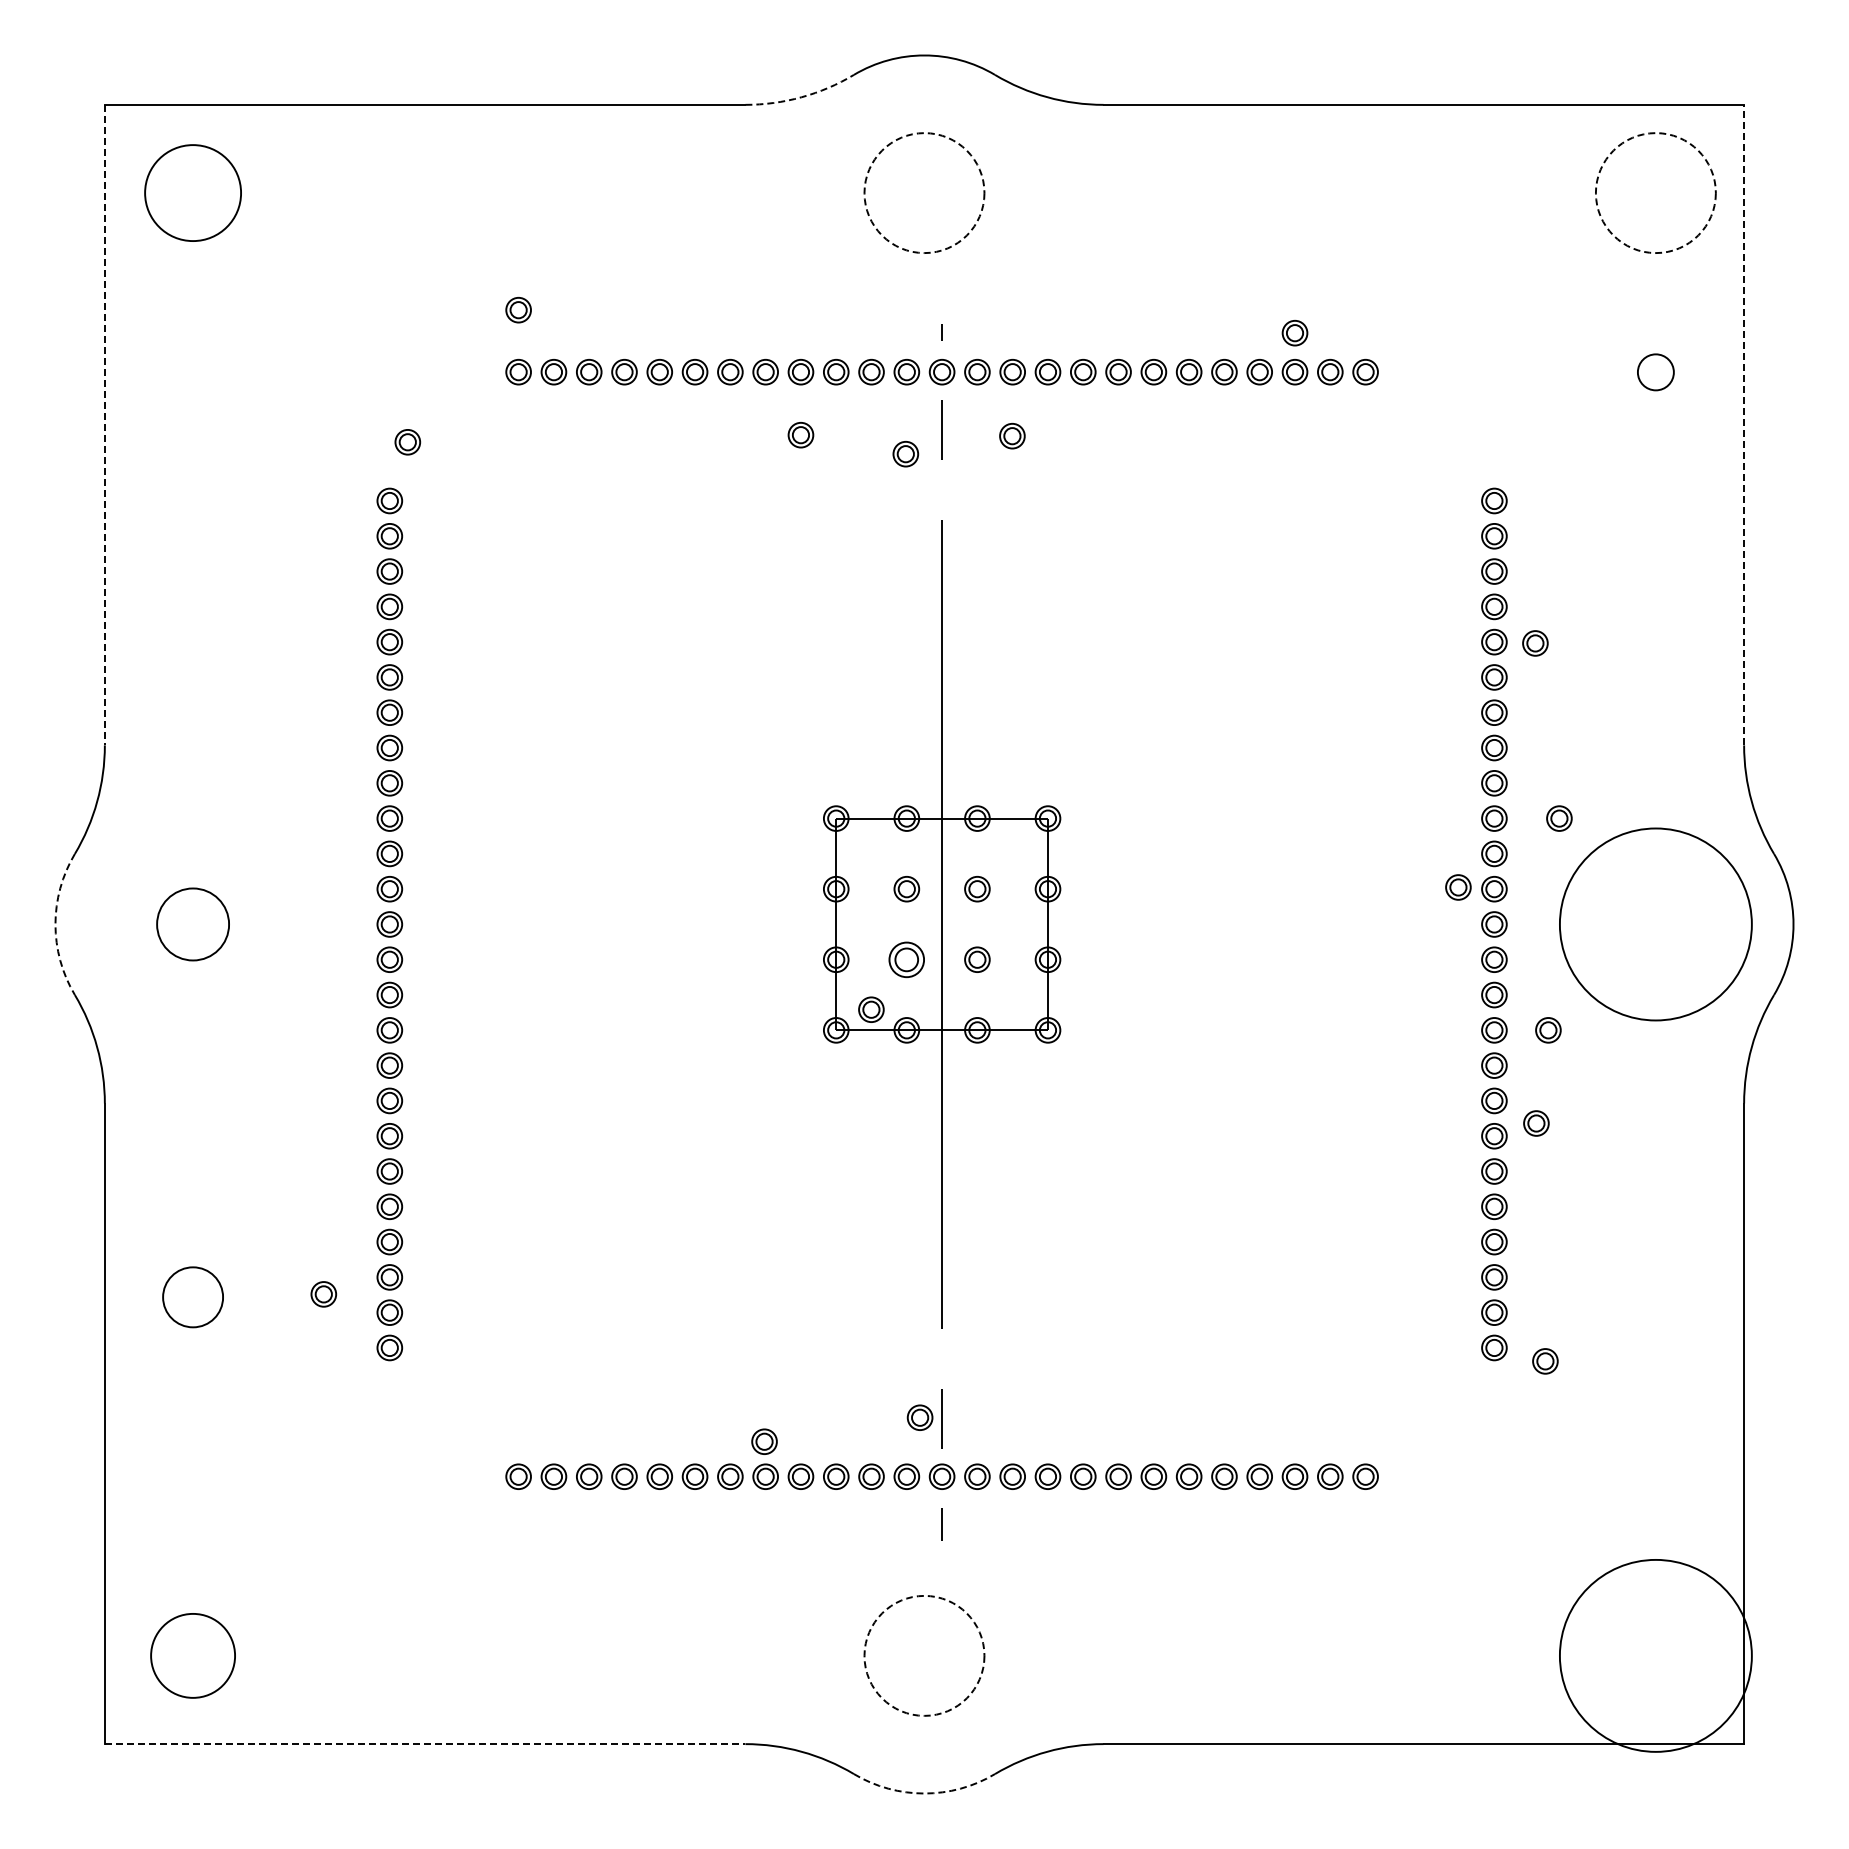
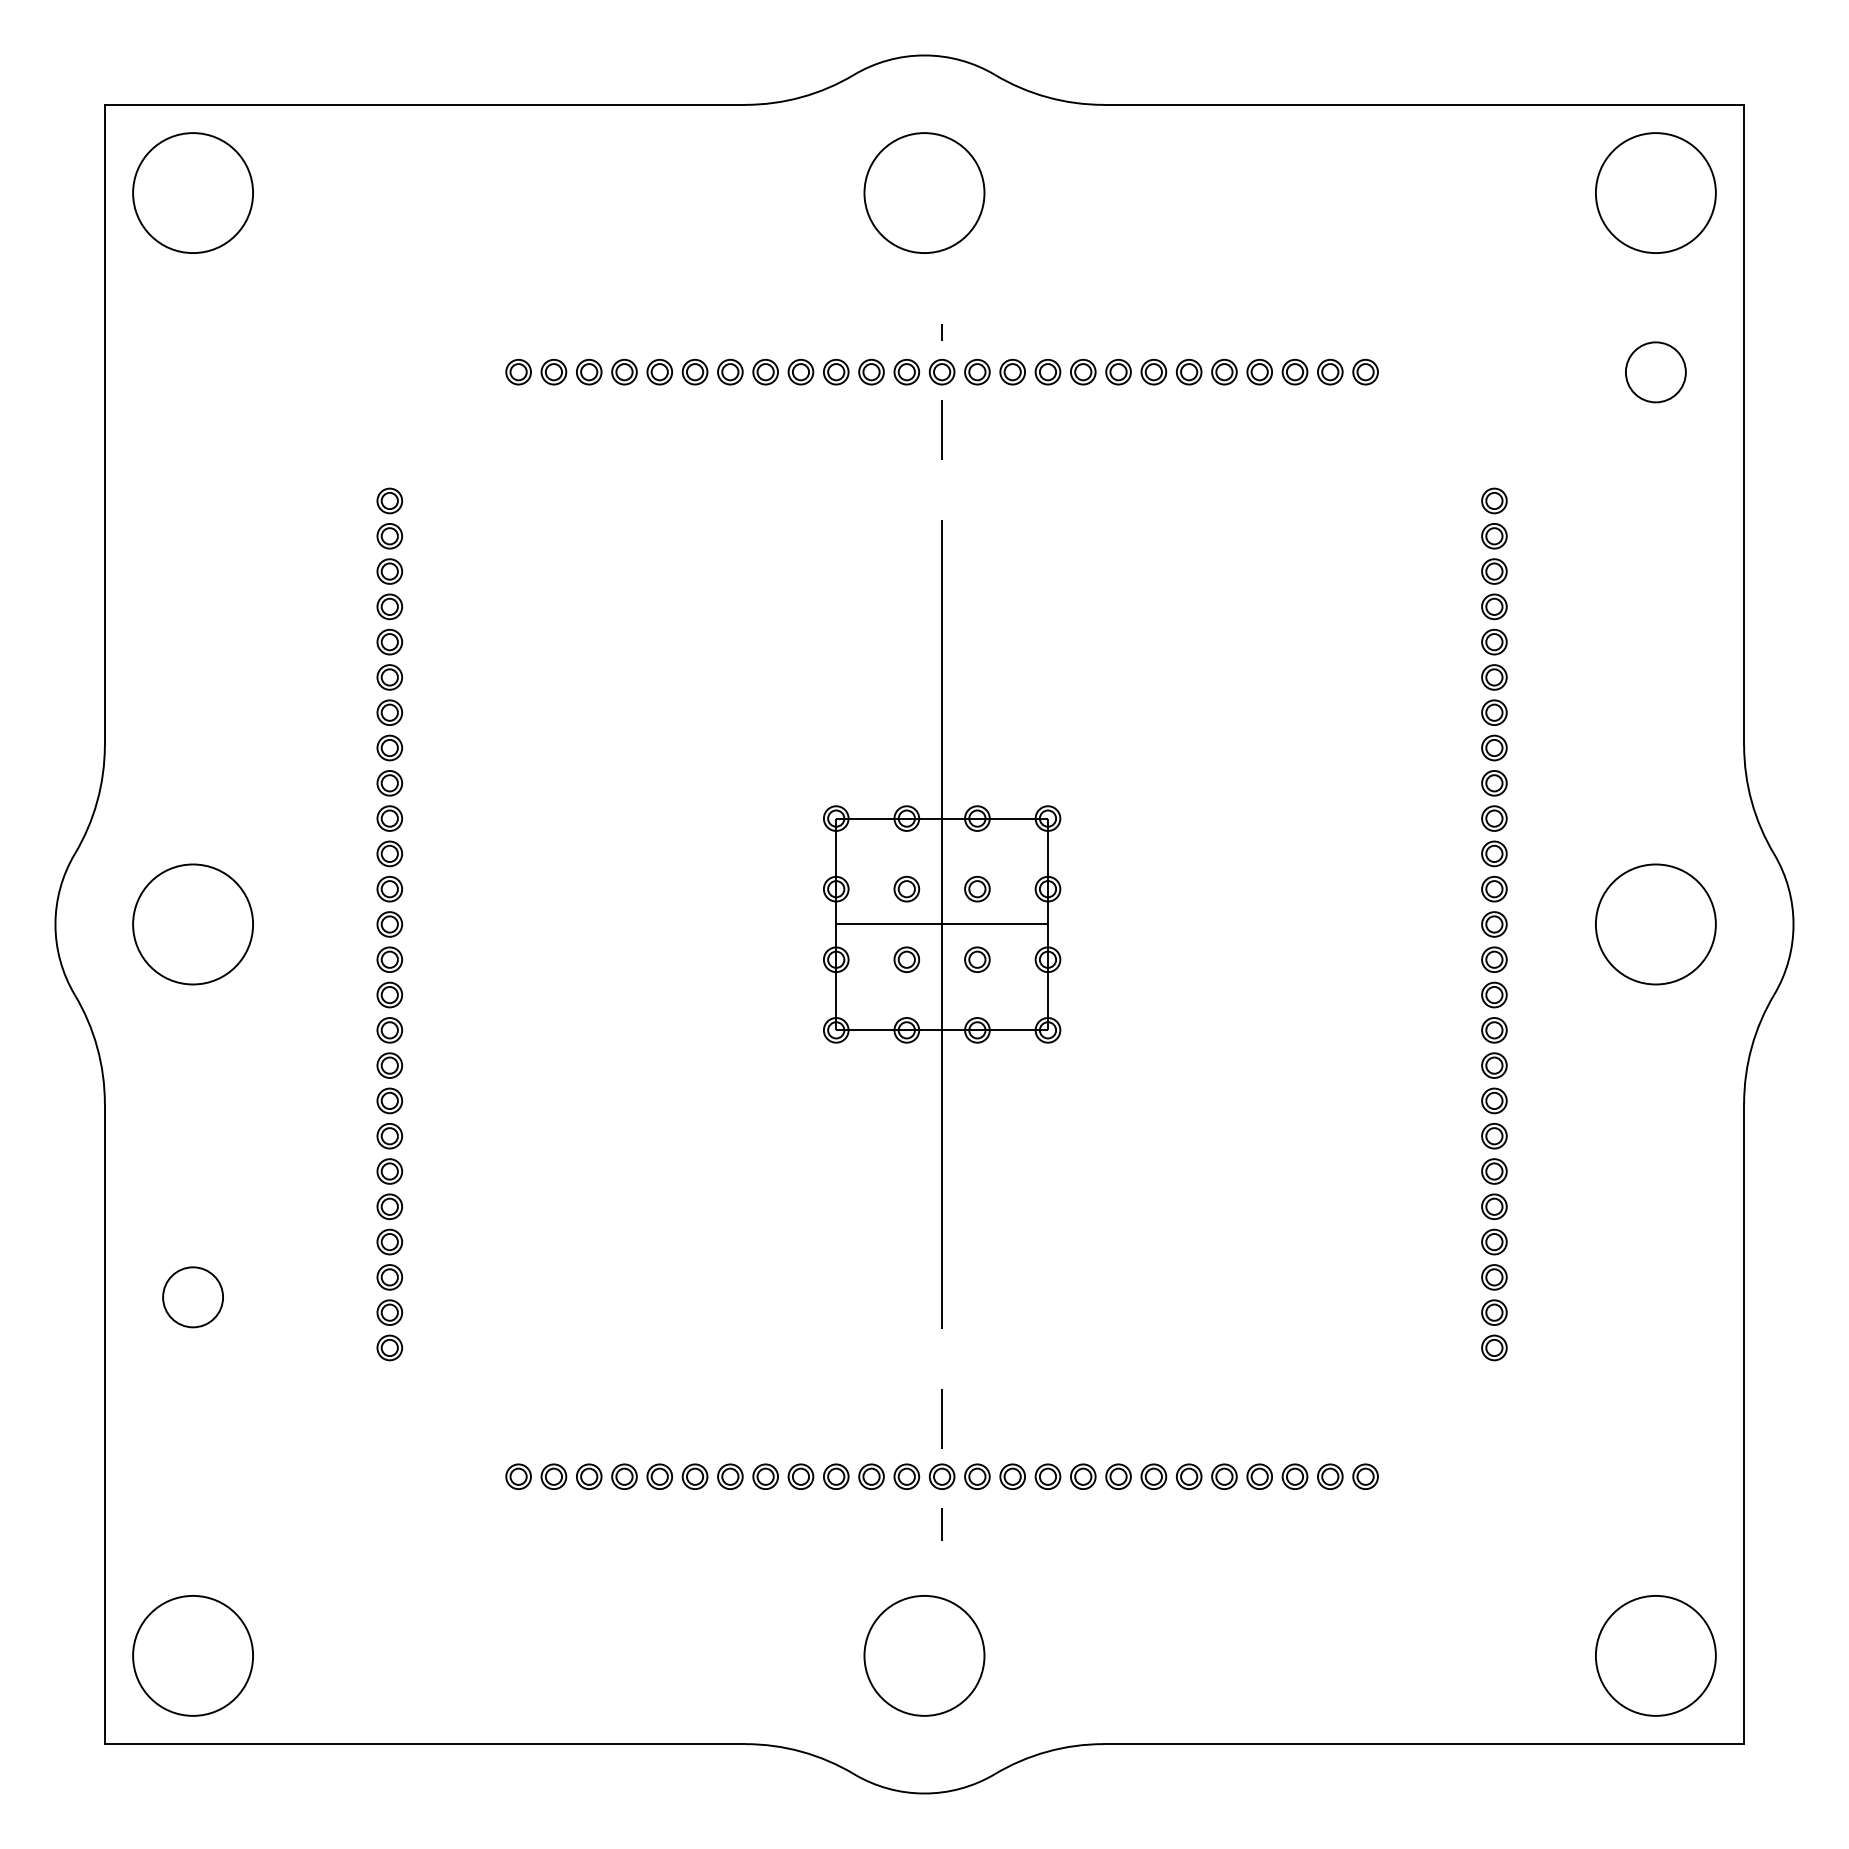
arc at (801, 97): dashed -> solid
circle at (193, 193) diameter: 96 px -> 120 px
circle at (924, 193): dashed -> solid
circle at (1655, 193): dashed -> solid
part at (518, 310): present -> none
part at (1294, 333): present -> none
circle at (1655, 372) diameter: 36 px -> 60 px
line at (1744, 424): dashed -> solid
line at (104, 425): dashed -> solid
part at (800, 435): present -> none
part at (1012, 435): present -> none
part at (407, 442): present -> none
part at (905, 454): present -> none
part at (1535, 643): present -> none
part at (1559, 818): present -> none
part at (1458, 887): present -> none
arc at (55, 924): dashed -> solid
circle at (193, 924) diameter: 72 px -> 120 px
line at (942, 924): none -> present
circle at (1655, 924) diameter: 192 px -> 120 px
part at (906, 959) size: 37x38 px -> 28x27 px
part at (871, 1009): present -> none
part at (1548, 1030): present -> none
part at (1536, 1123): present -> none
part at (323, 1294): present -> none
part at (1545, 1361): present -> none
part at (919, 1417): present -> none
part at (764, 1441): present -> none
circle at (193, 1655) diameter: 84 px -> 120 px
circle at (924, 1655): dashed -> solid
circle at (1655, 1655) diameter: 192 px -> 120 px
line at (425, 1744): dashed -> solid
arc at (924, 1793): dashed -> solid
